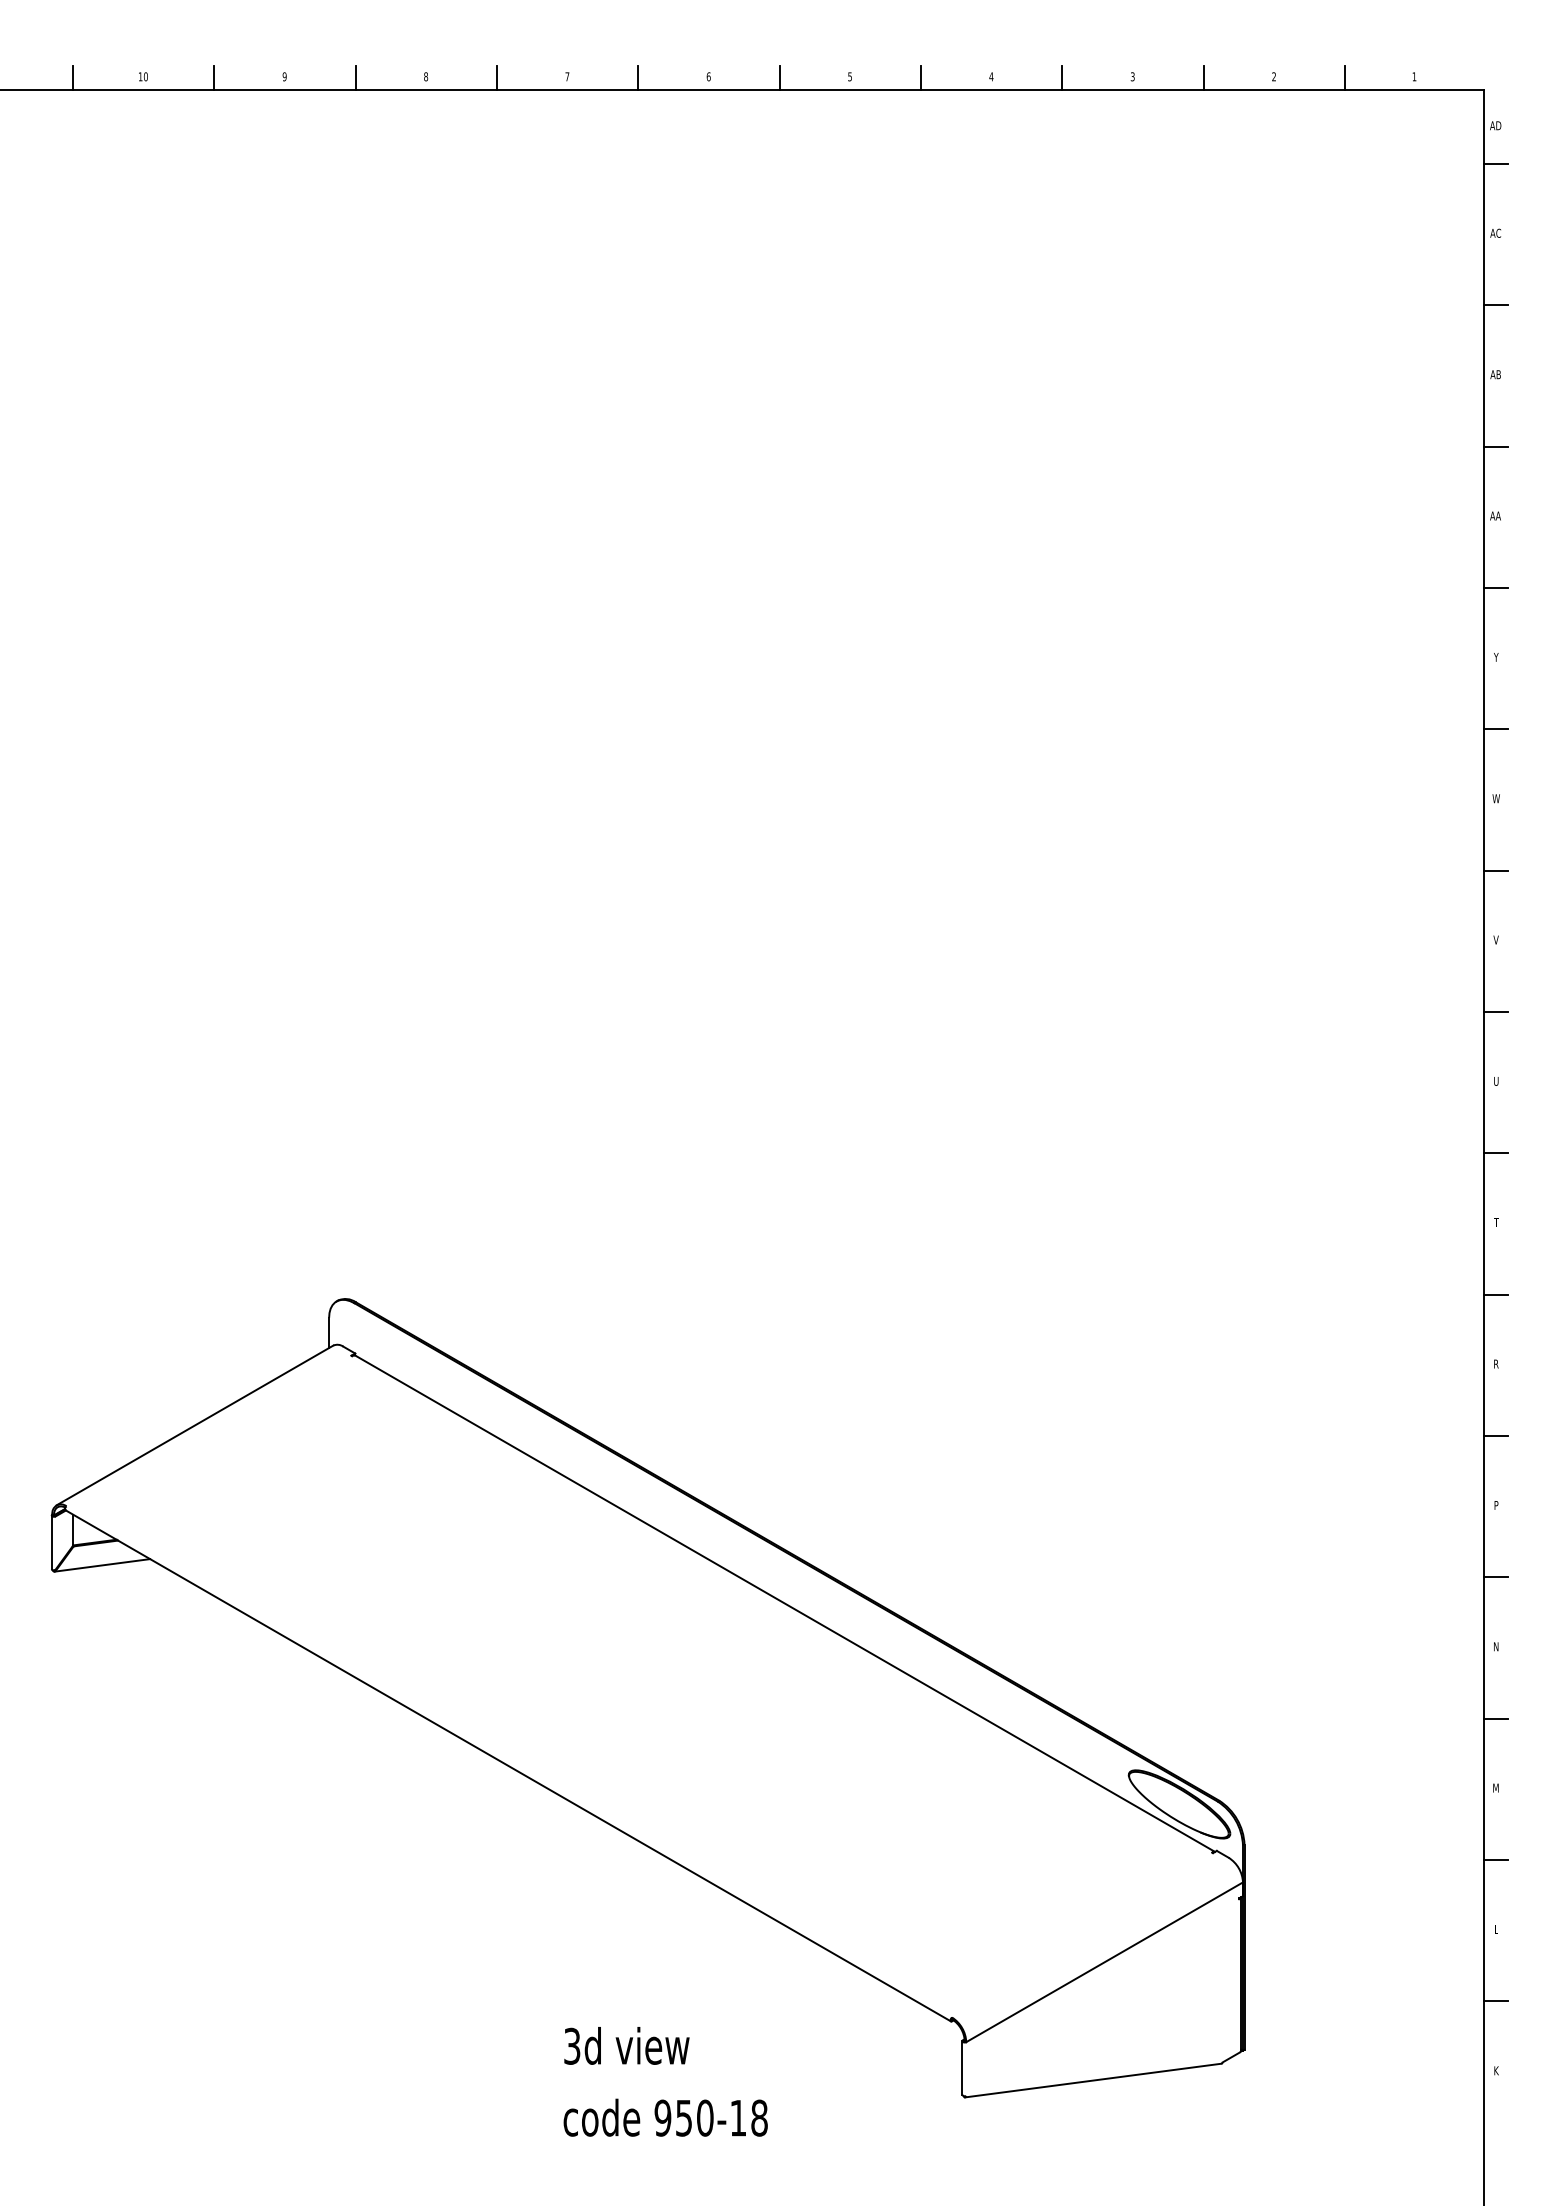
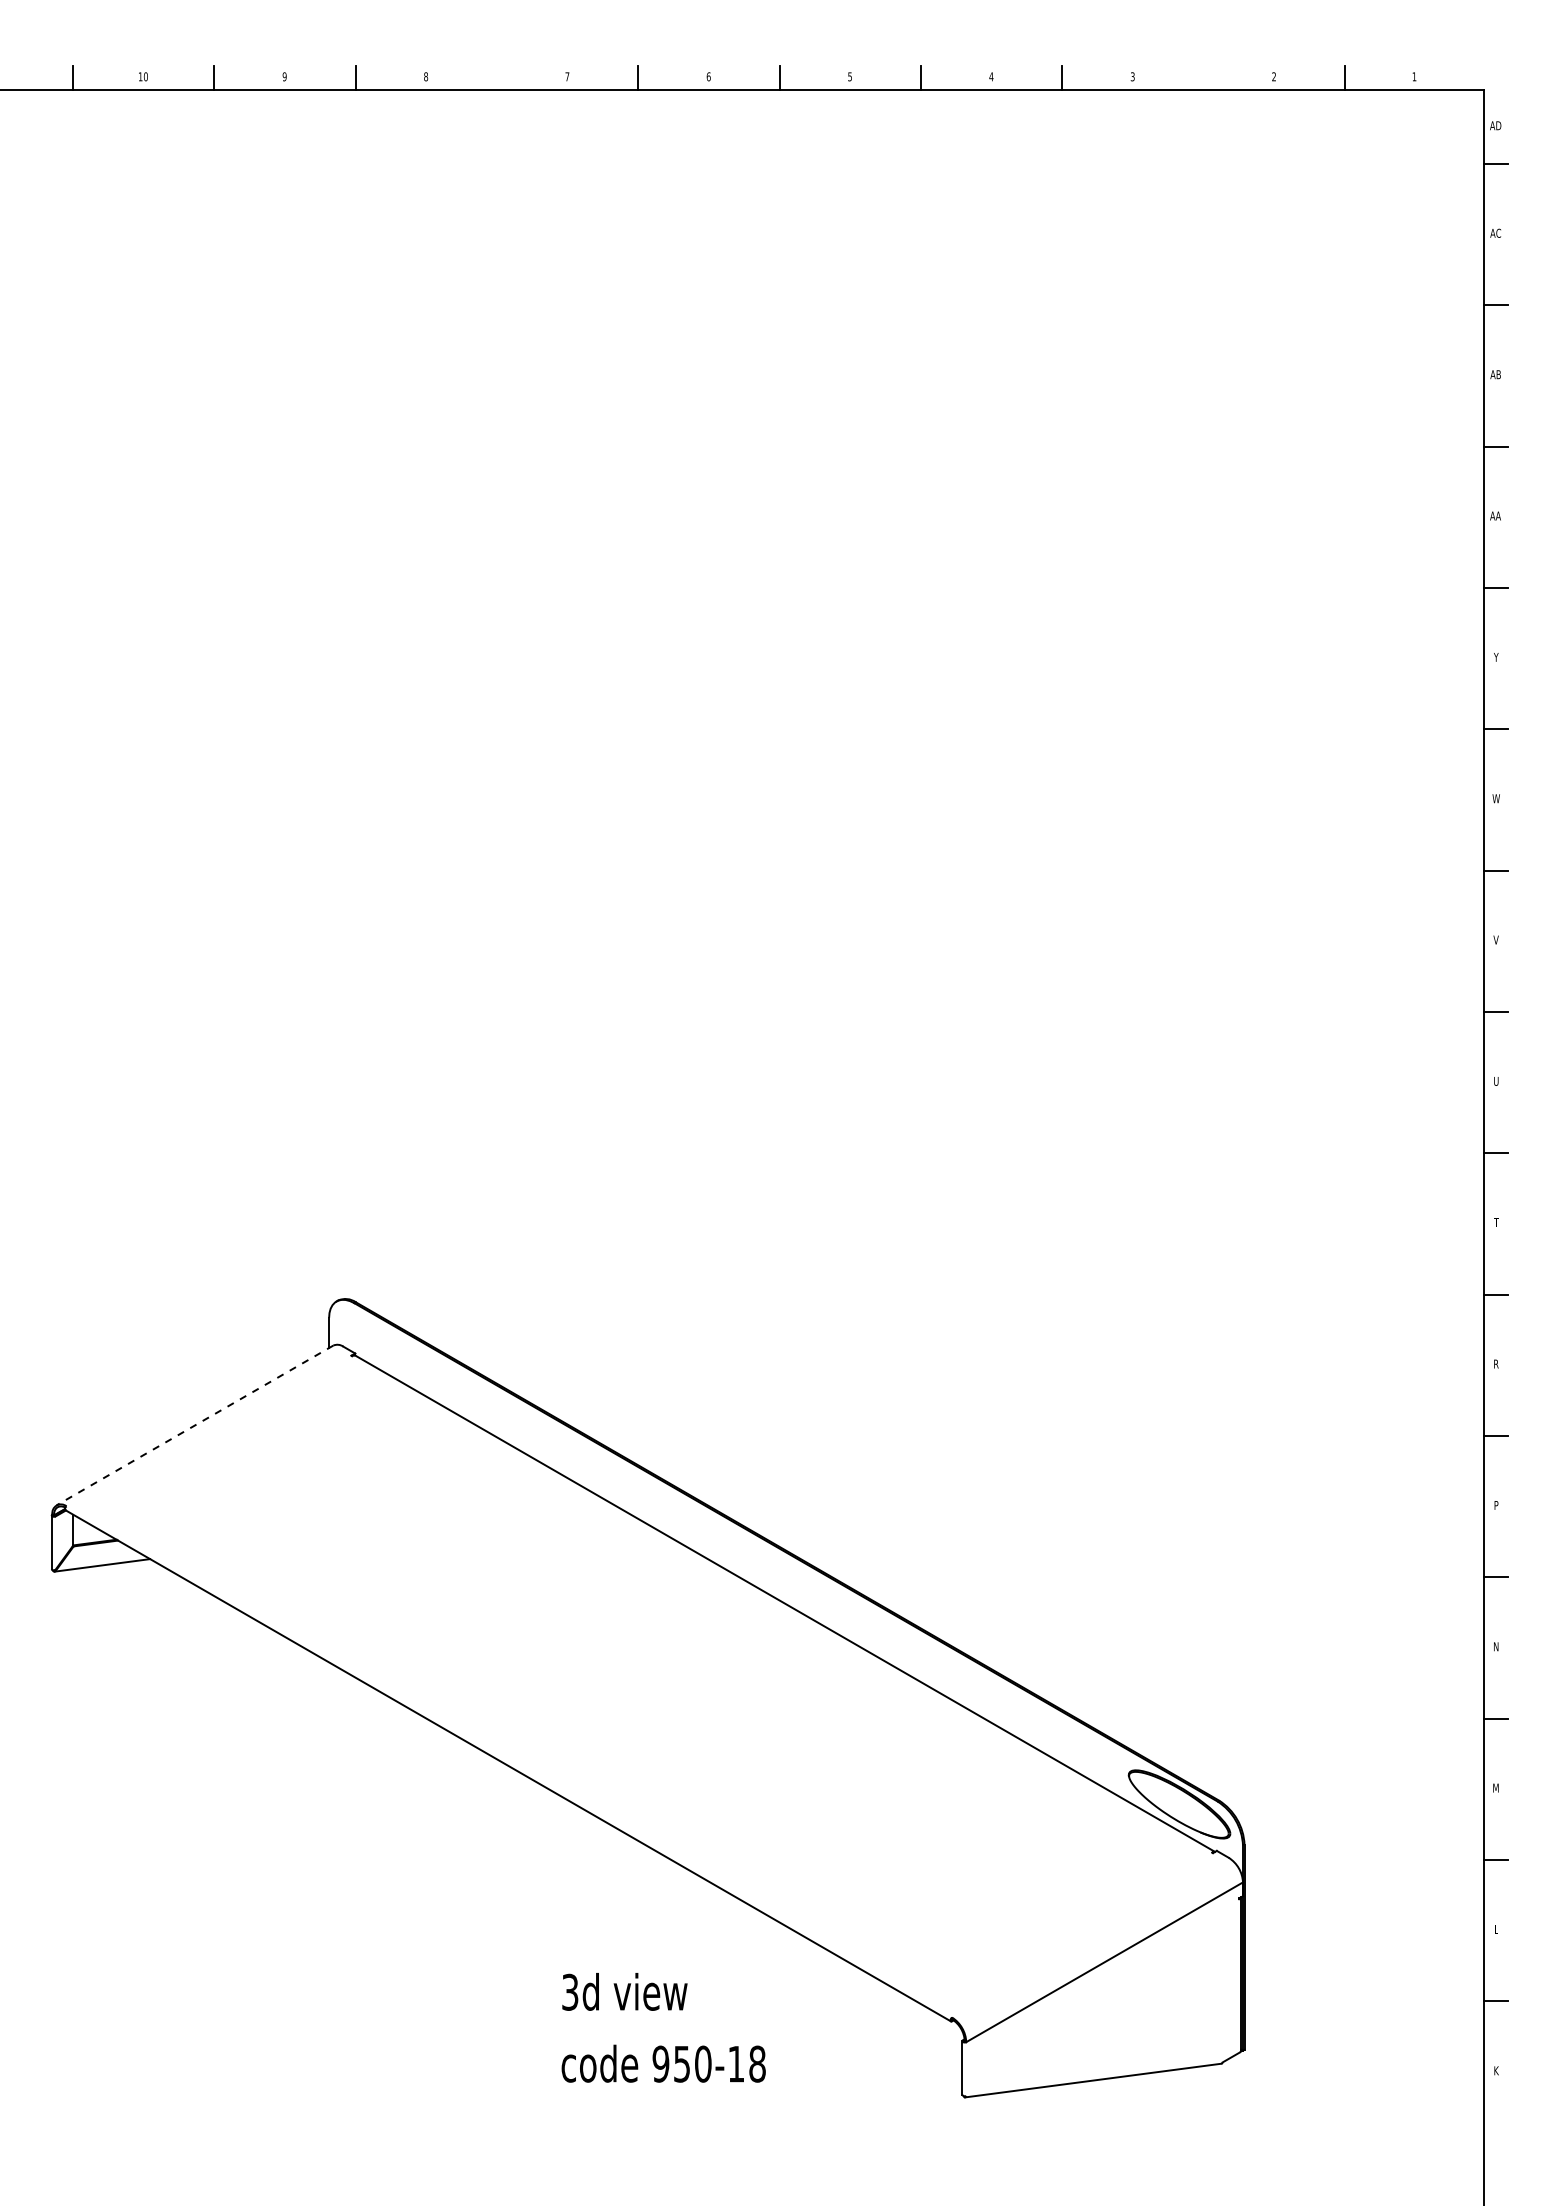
line at (496, 78): present -> none
line at (1203, 78): present -> none
line at (194, 1425): solid -> dashed
text at (665, 2081) position: (665, 2081) -> (663, 2027)
